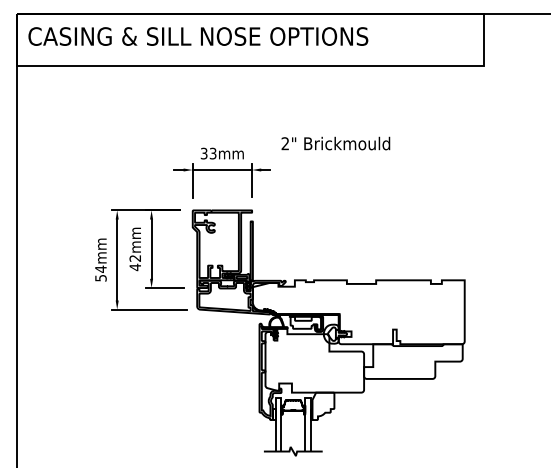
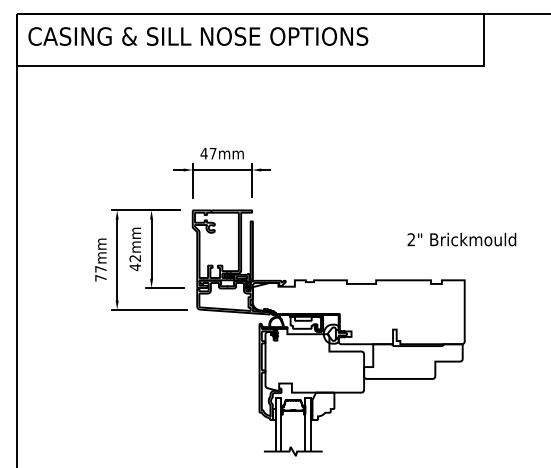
text at (335, 143) position: (335, 143) -> (461, 239)
text at (208, 153): 33mm -> 47mm
text at (100, 273): 54mm -> 77mm
